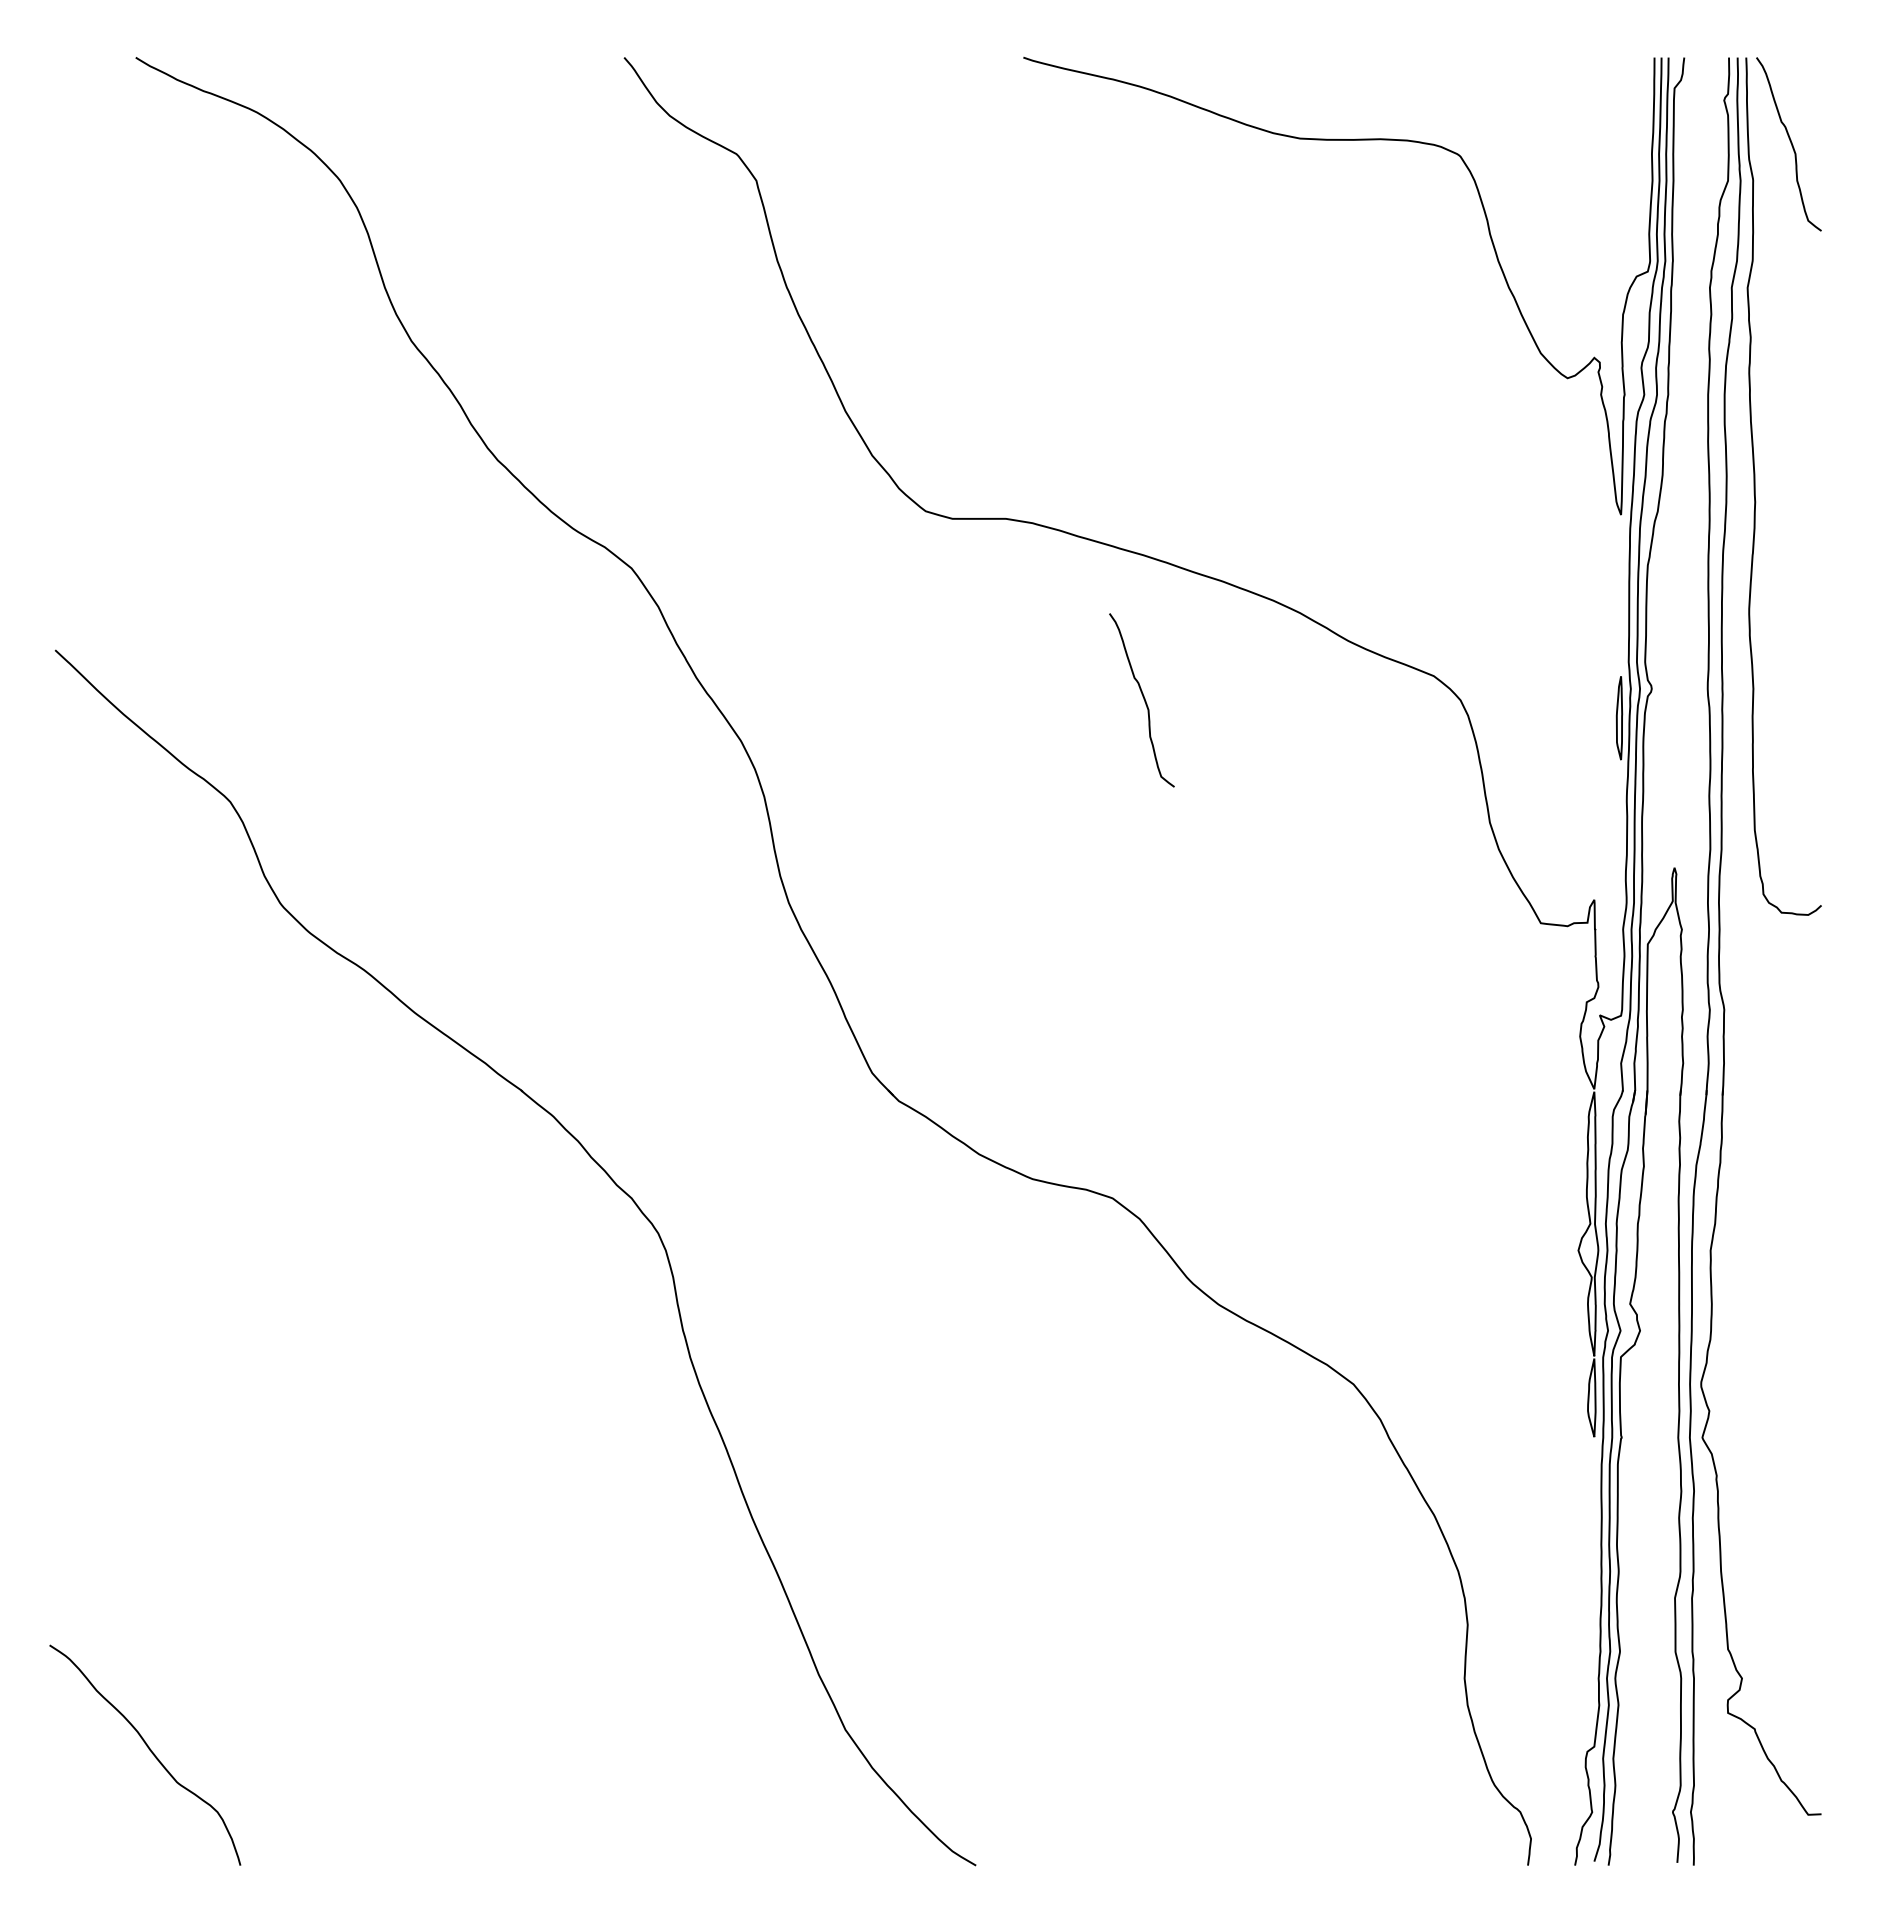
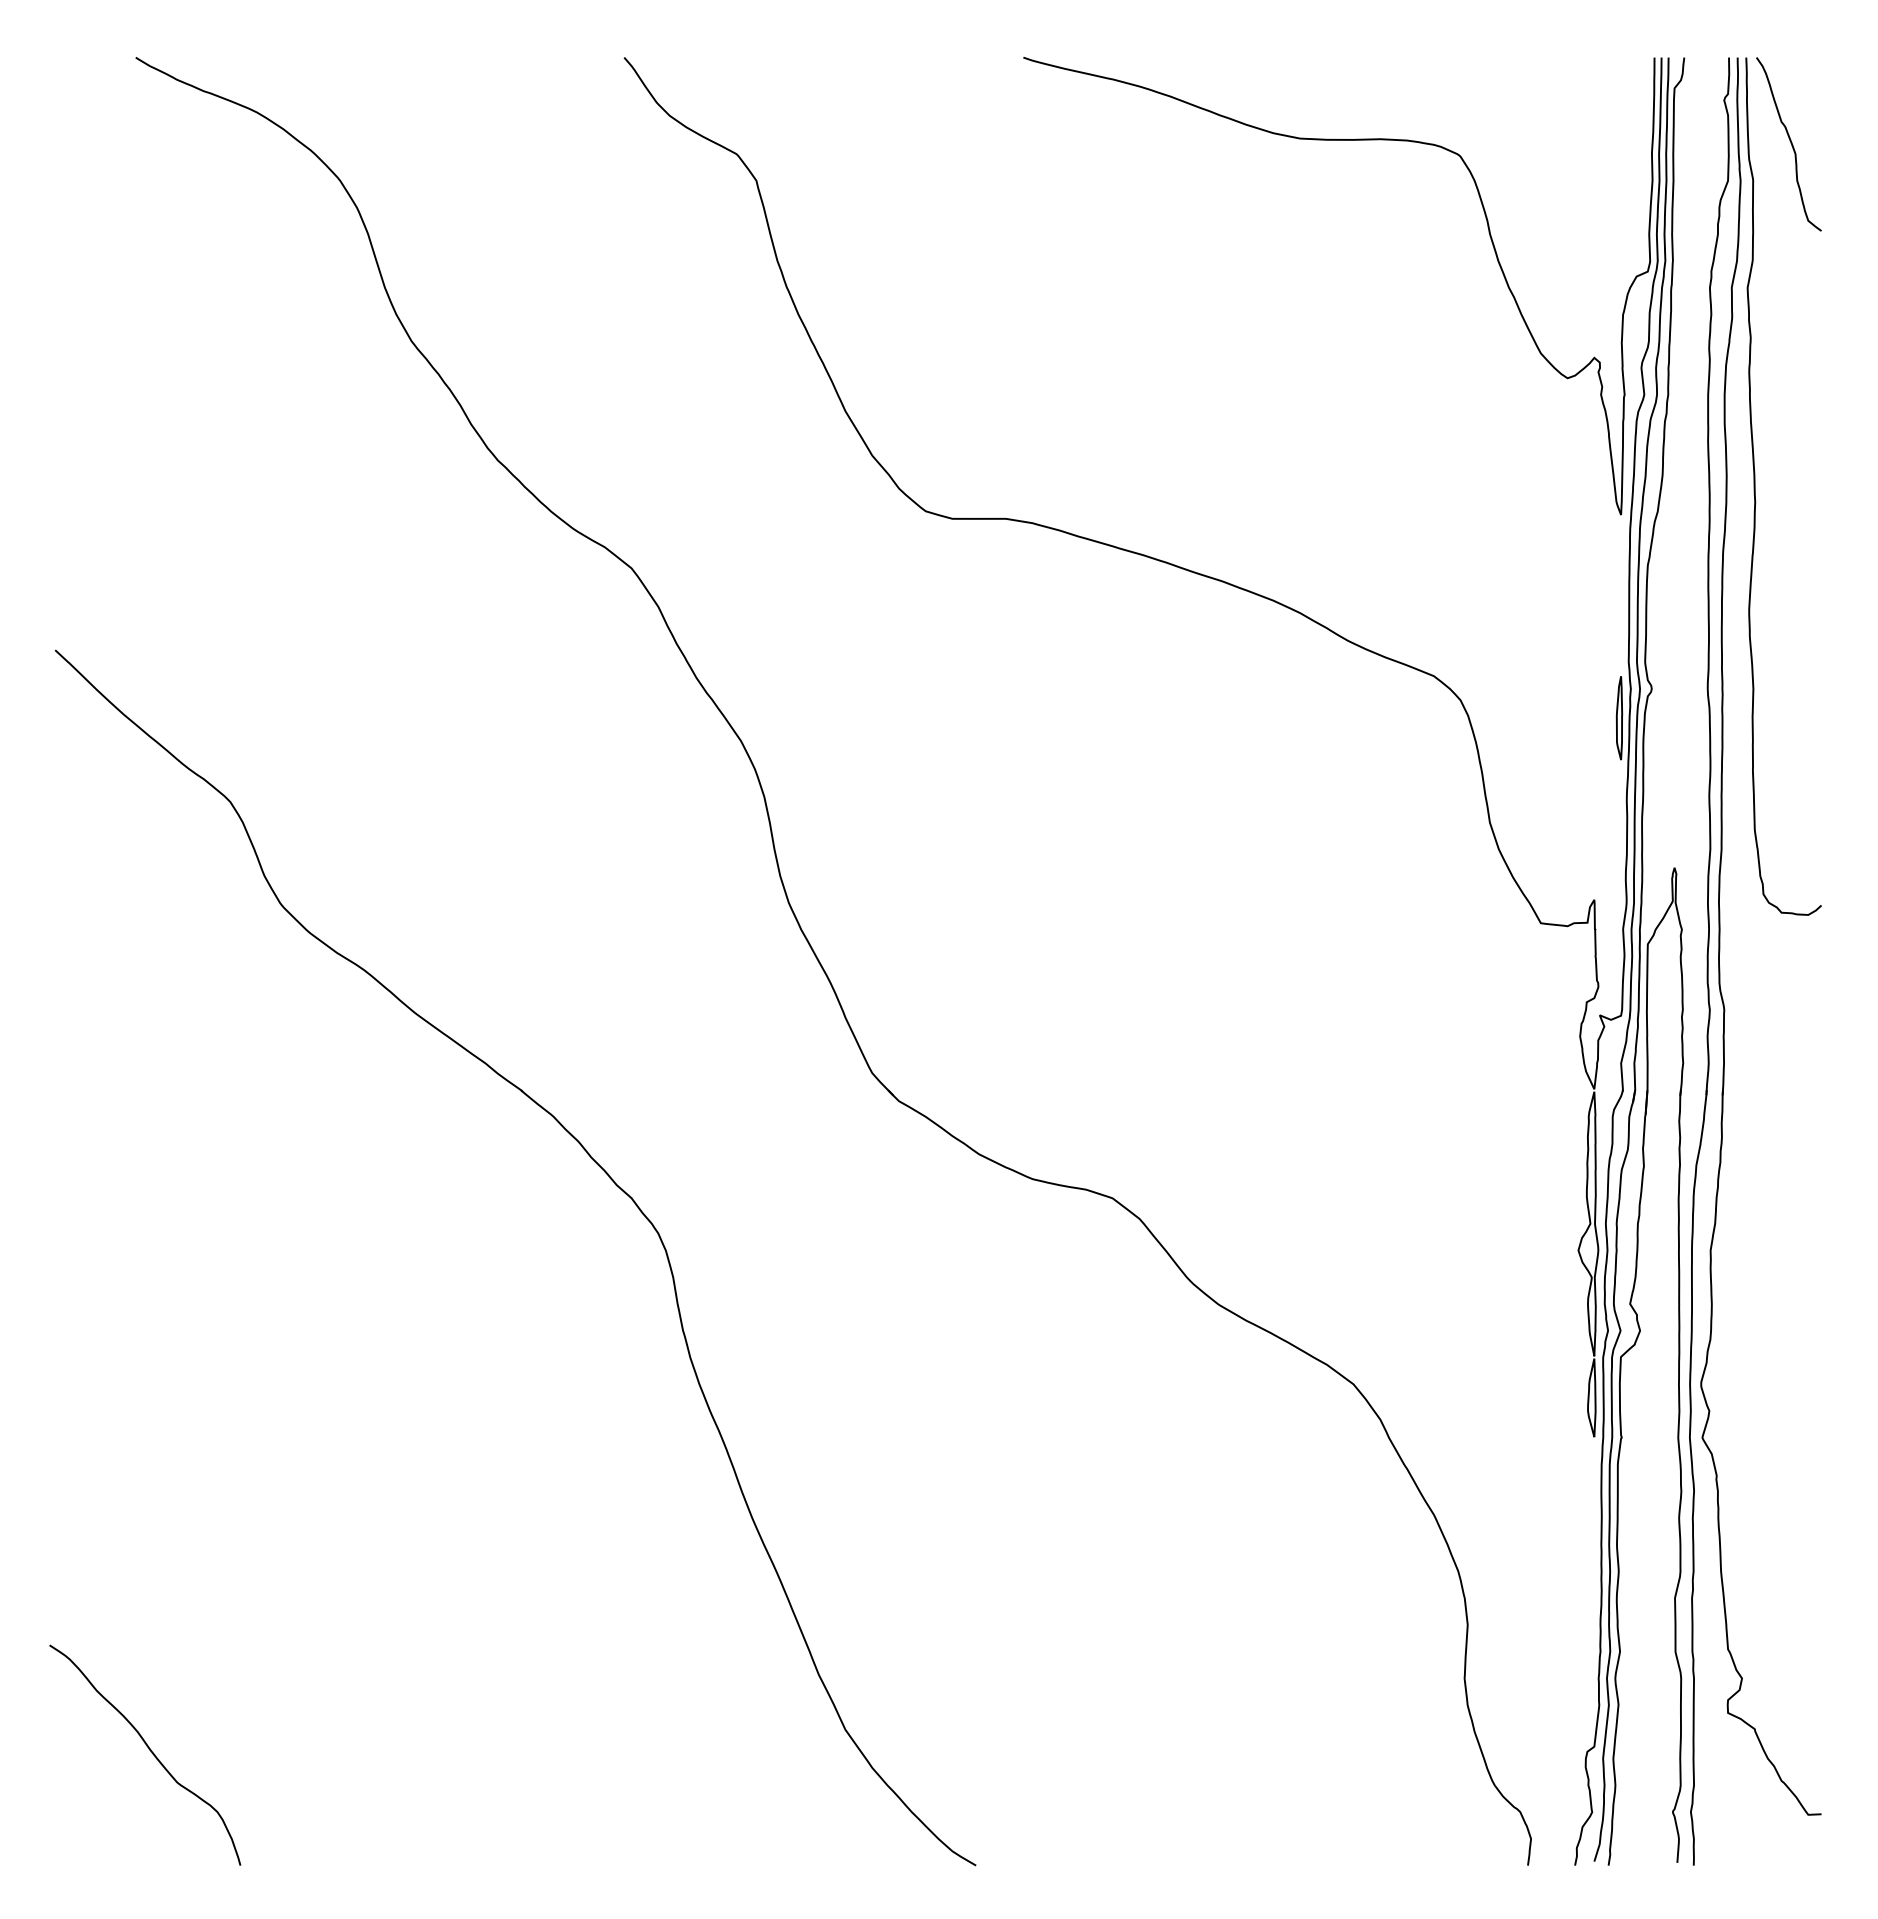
curve at (1143, 699): present -> none
